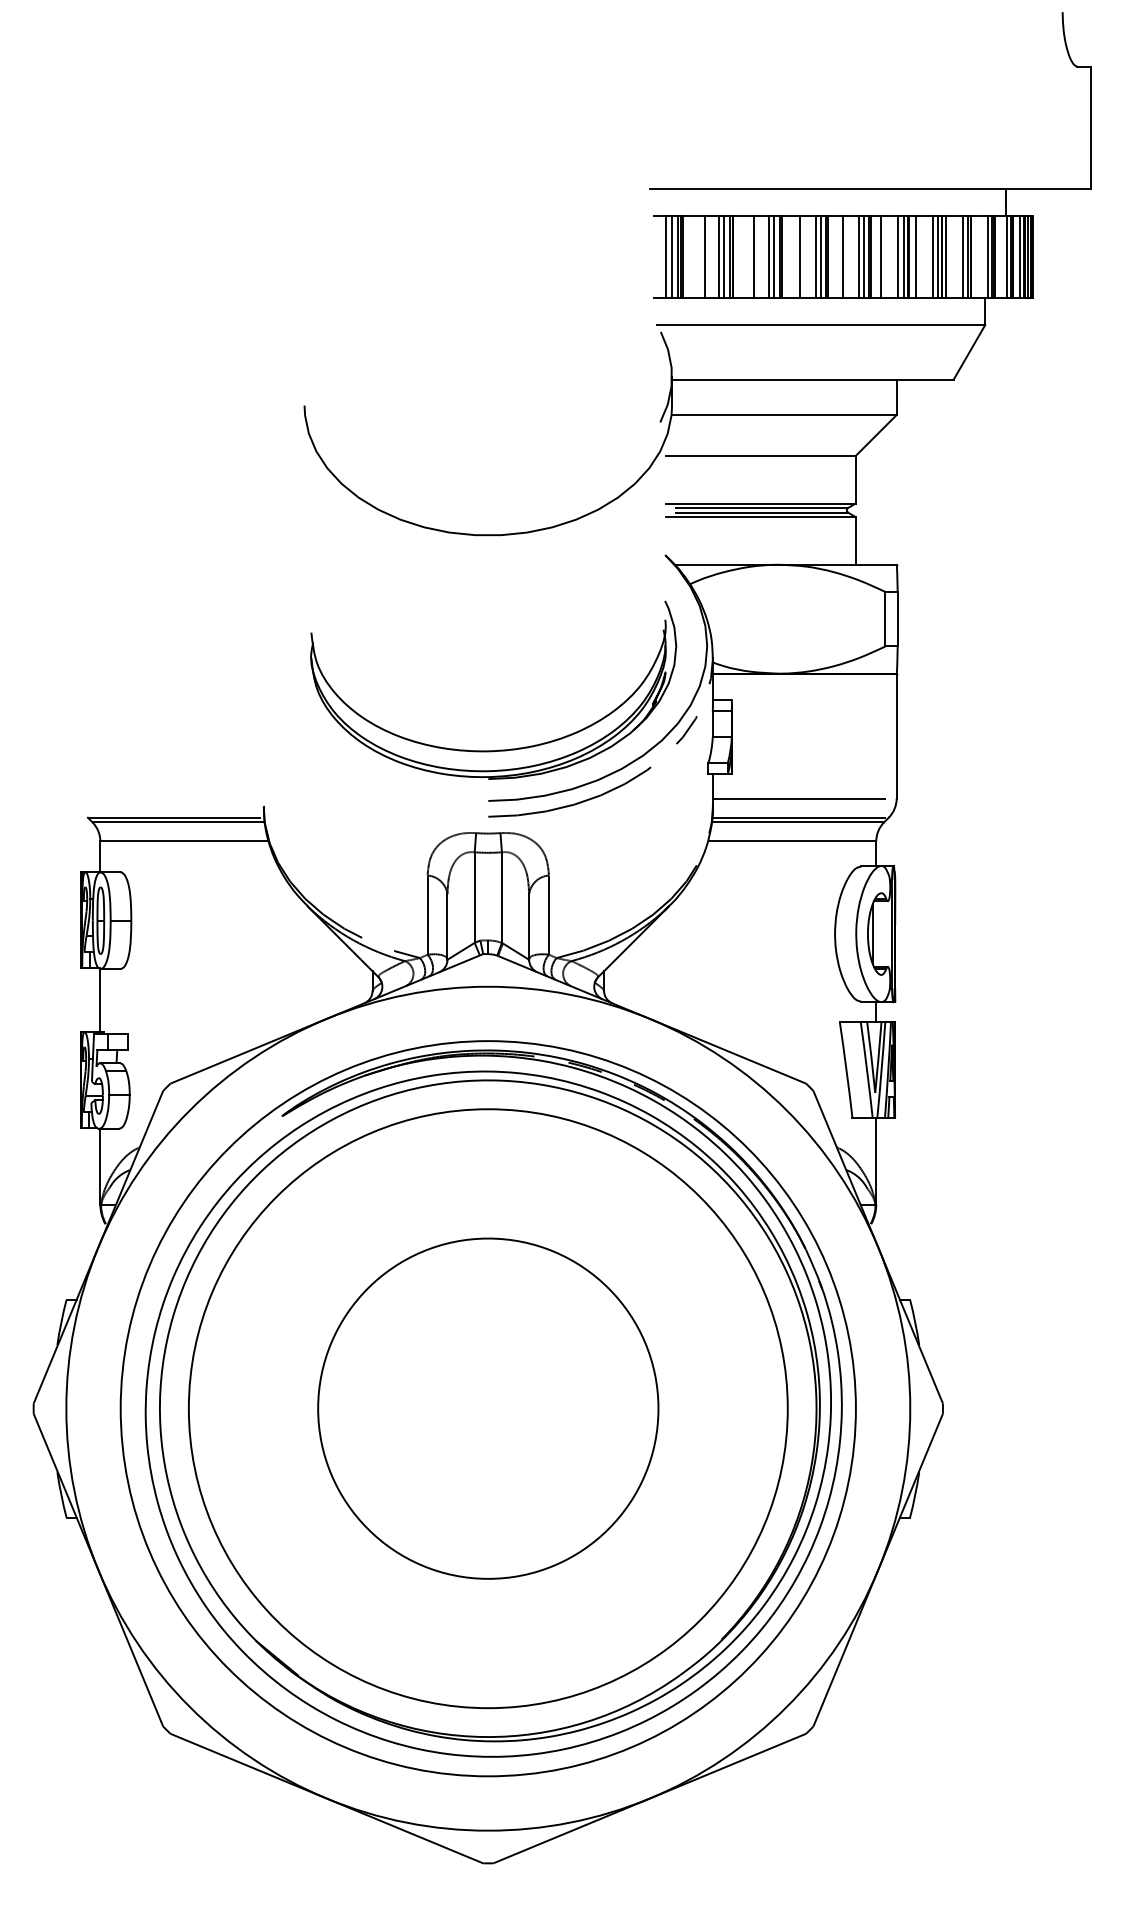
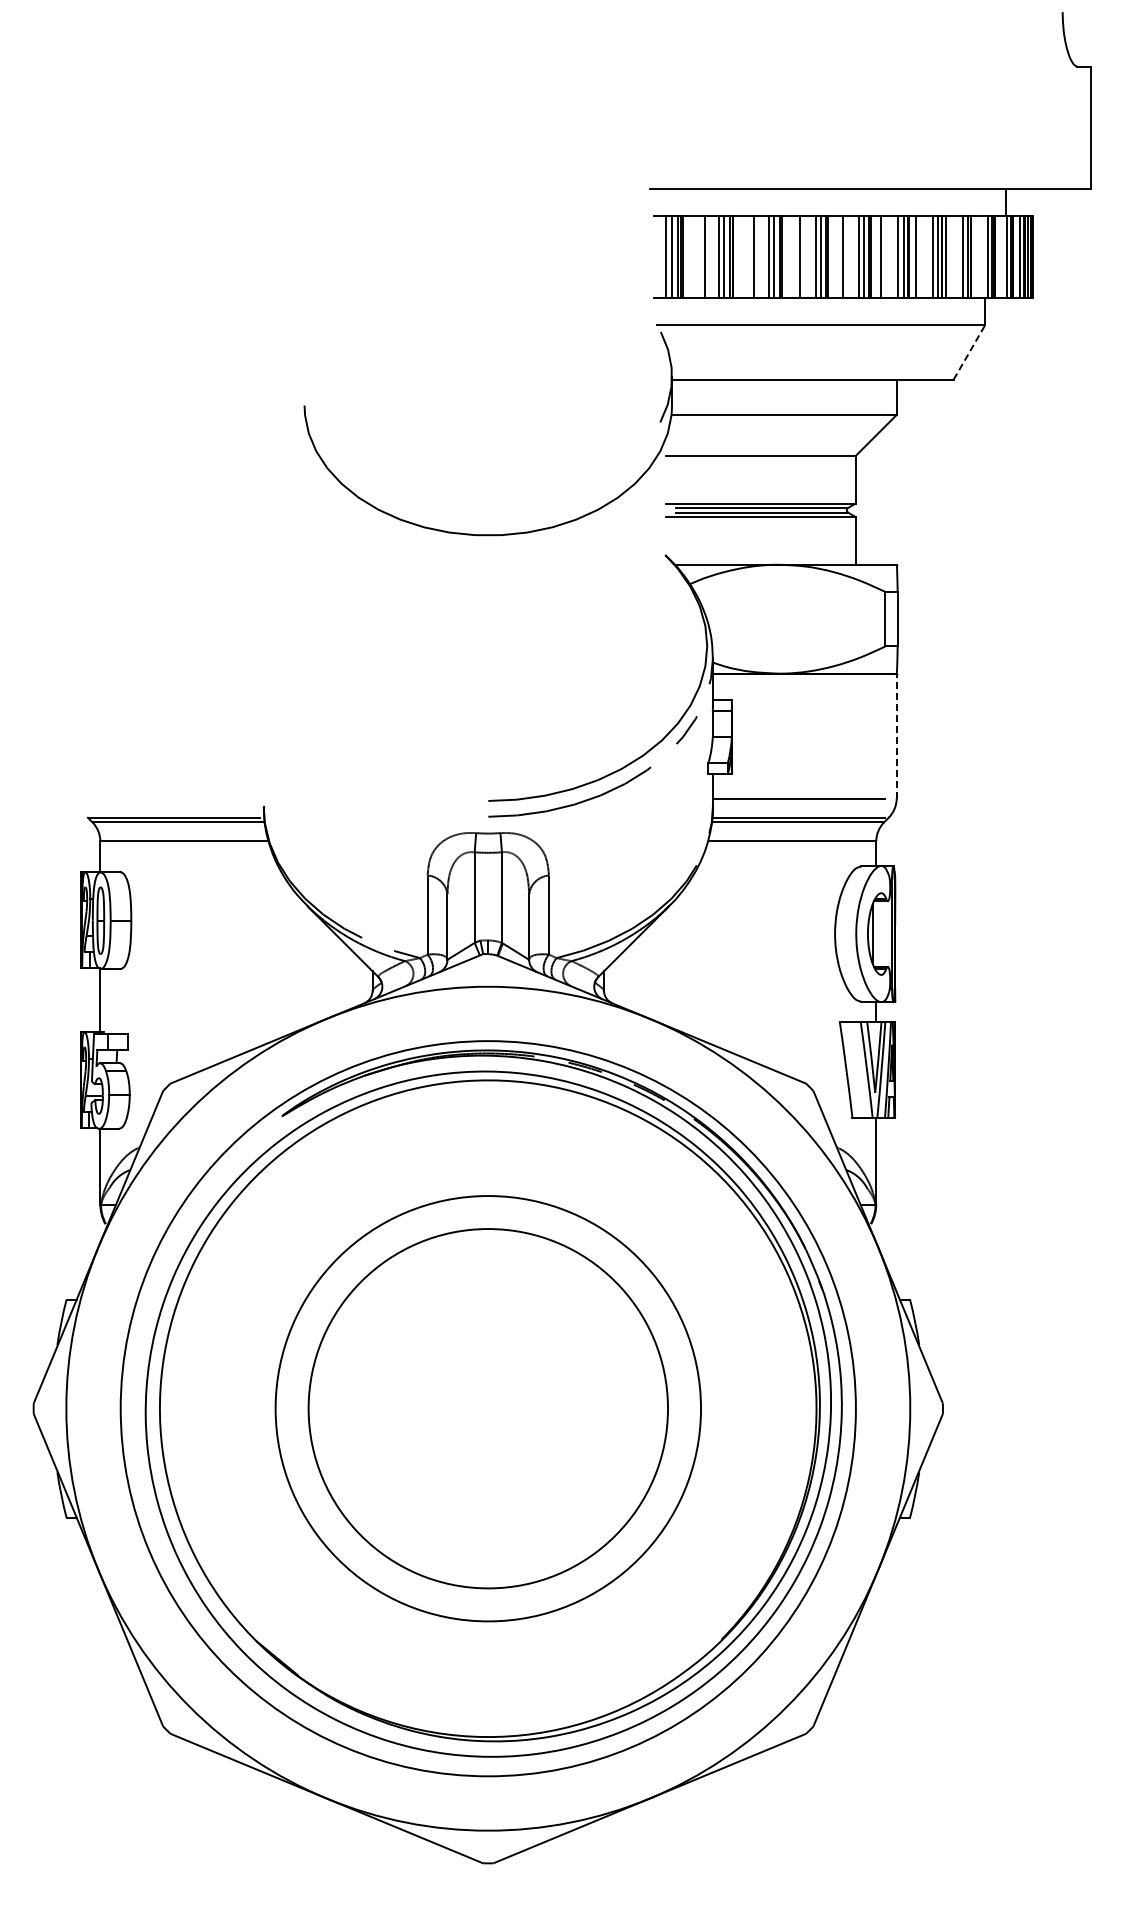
line at (969, 351): solid -> dashed
line at (896, 735): solid -> dashed
part at (499, 749): present -> none
circle at (487, 1408) diameter: 599 px -> 359 px
circle at (488, 1408) diameter: 340 px -> 425 px
